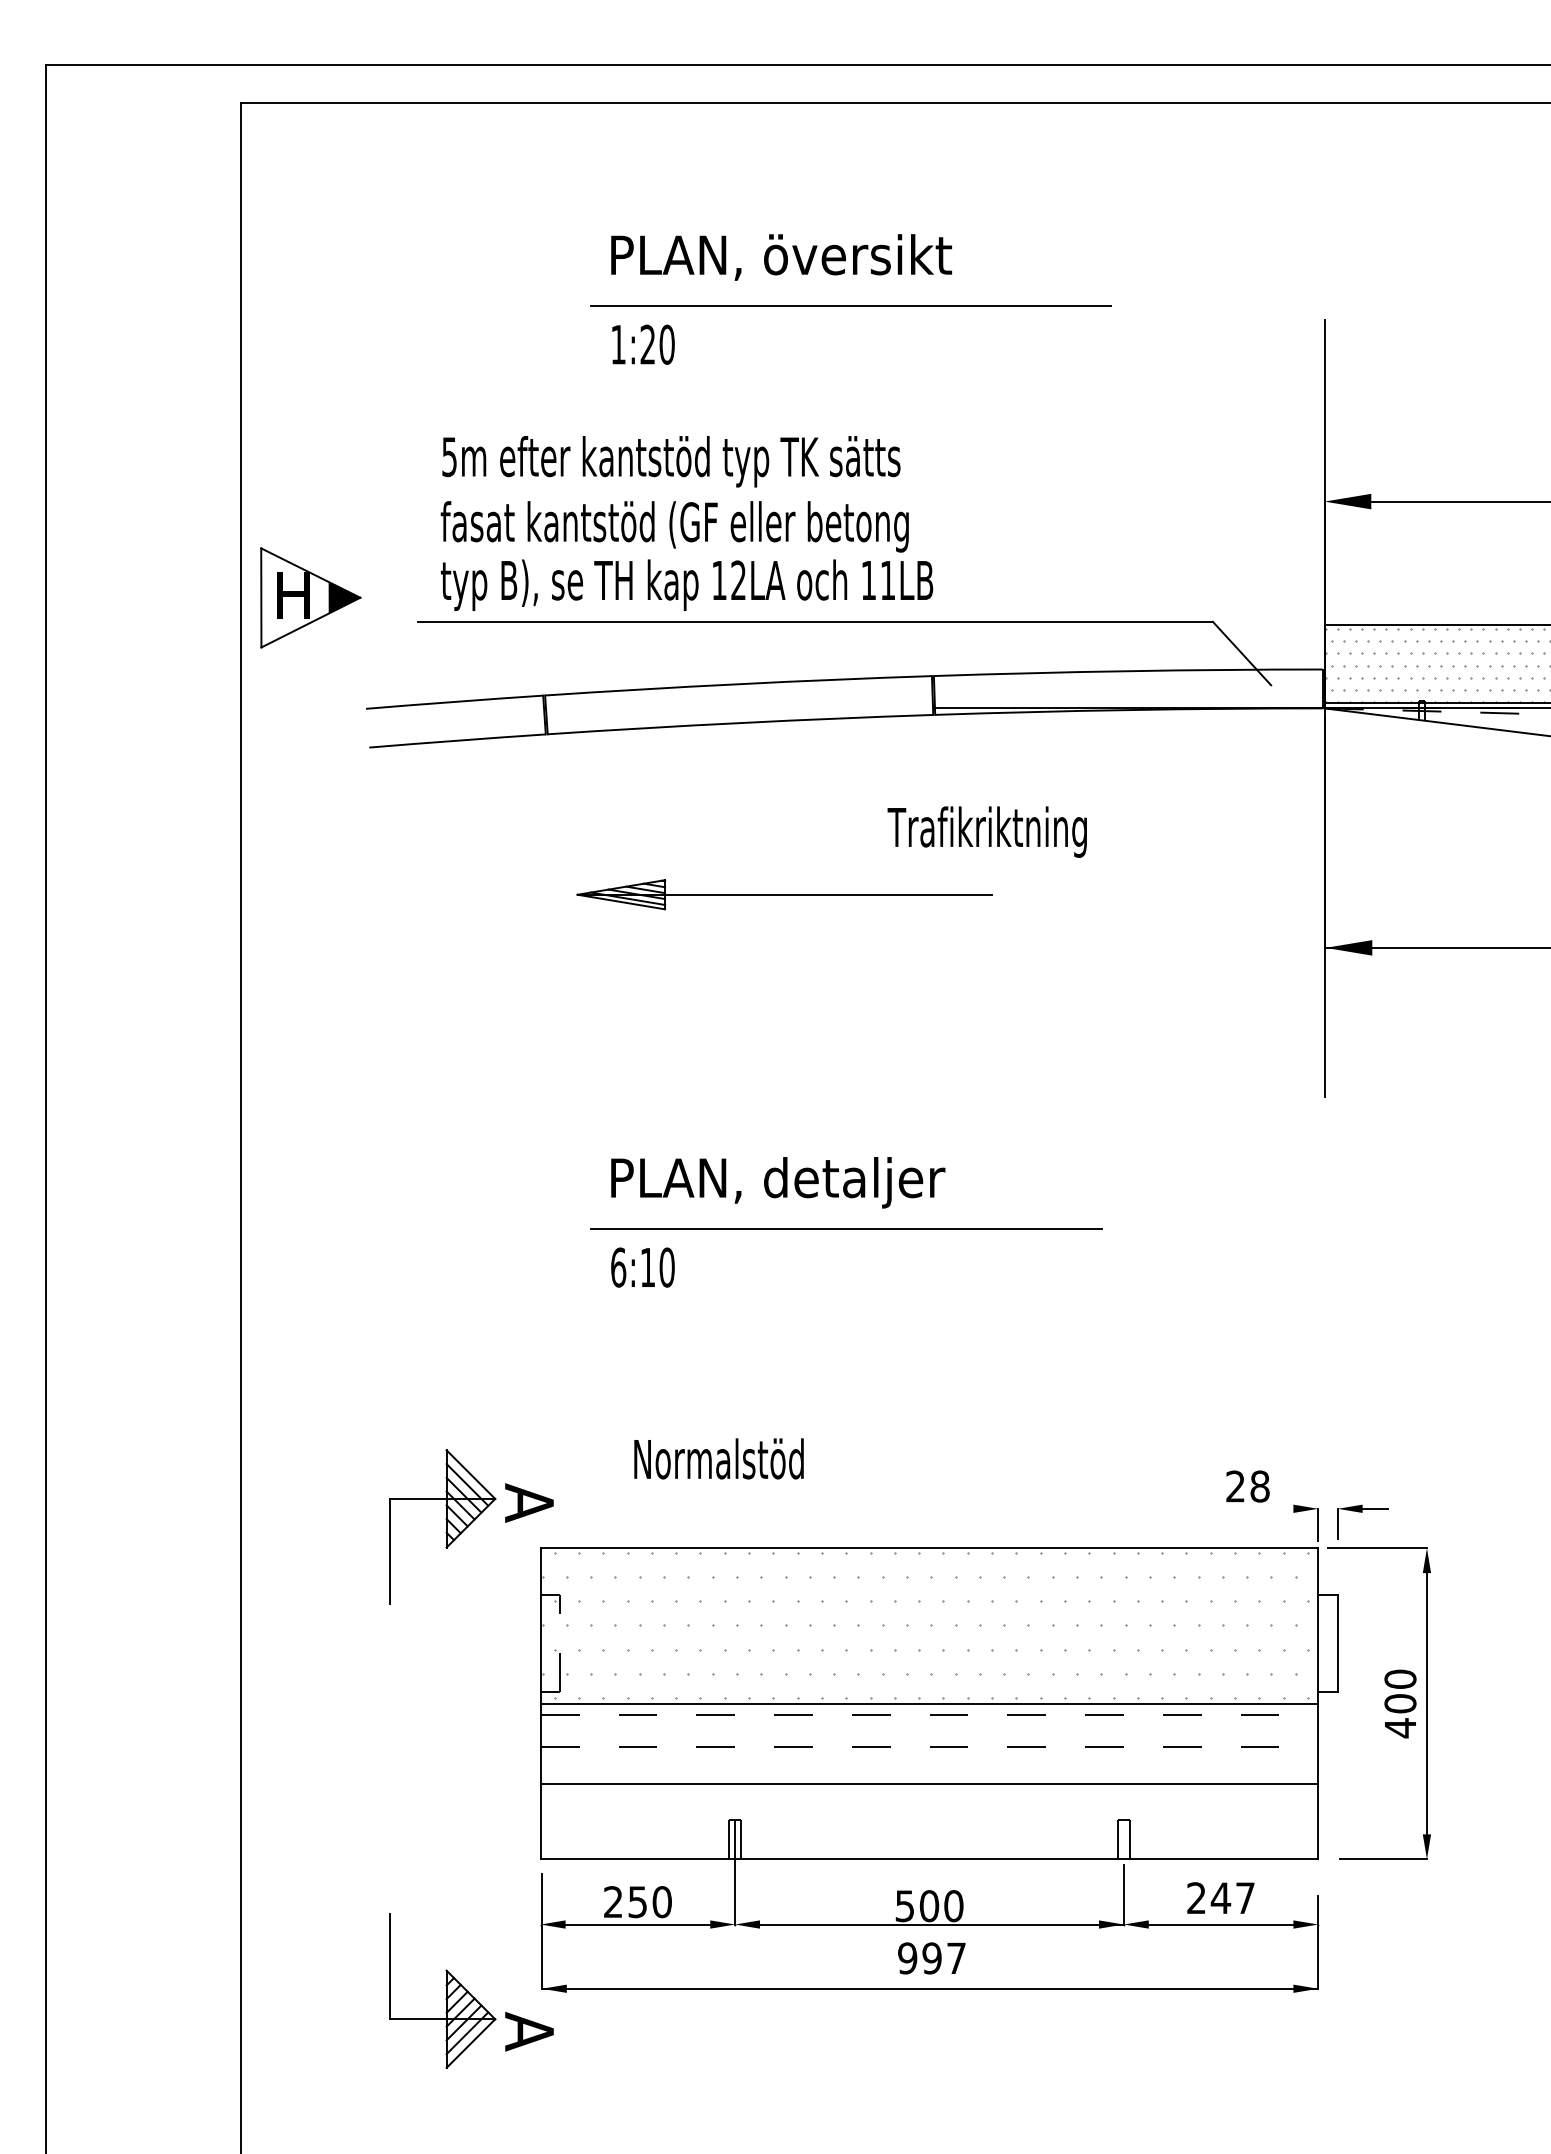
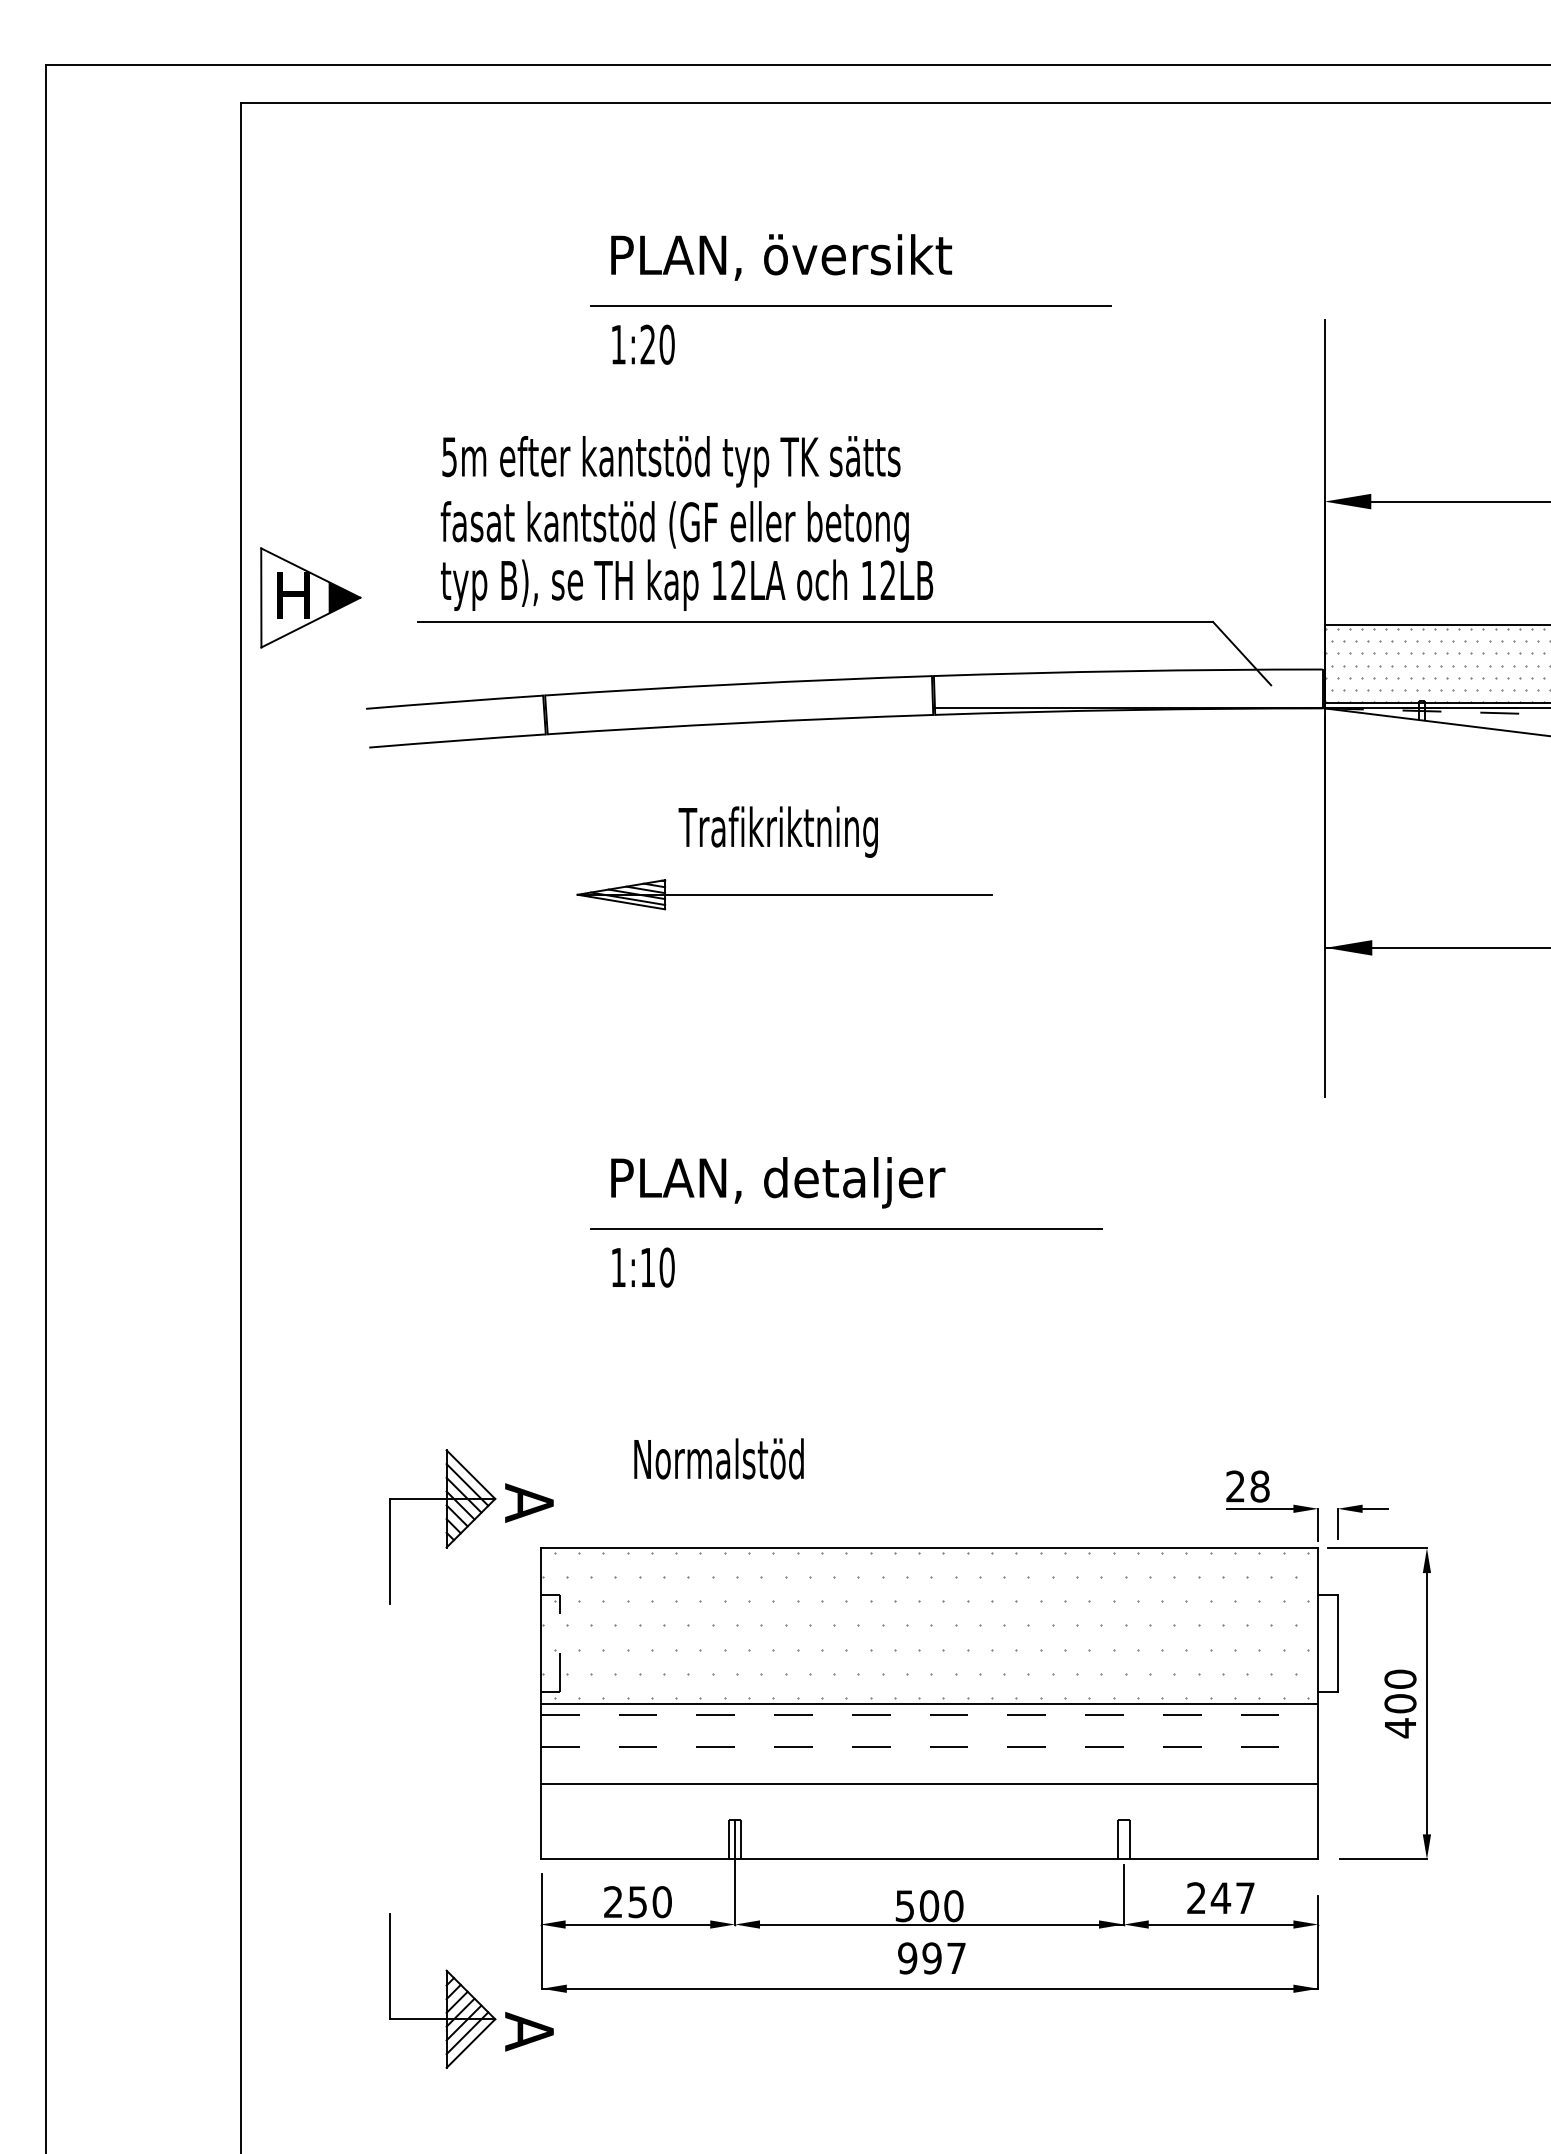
text at (887, 579): 11LB -> 12LB
text at (986, 831) position: (986, 831) -> (777, 831)
text at (618, 1267): 6:10 -> 1:10
line at (1260, 1508): none -> present
